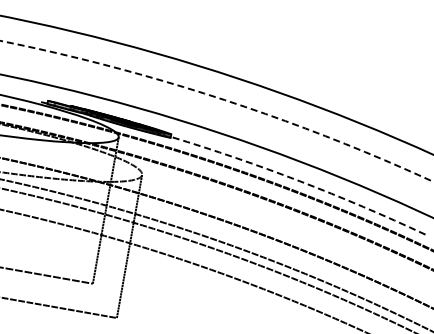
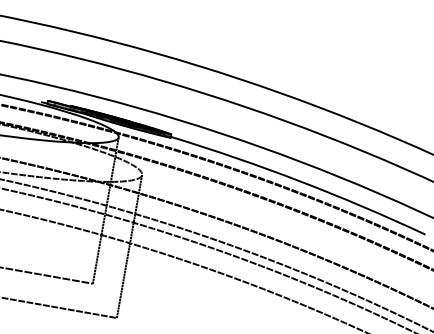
arc at (220, 98): dashed -> solid
arc at (299, 181): dashed -> solid
